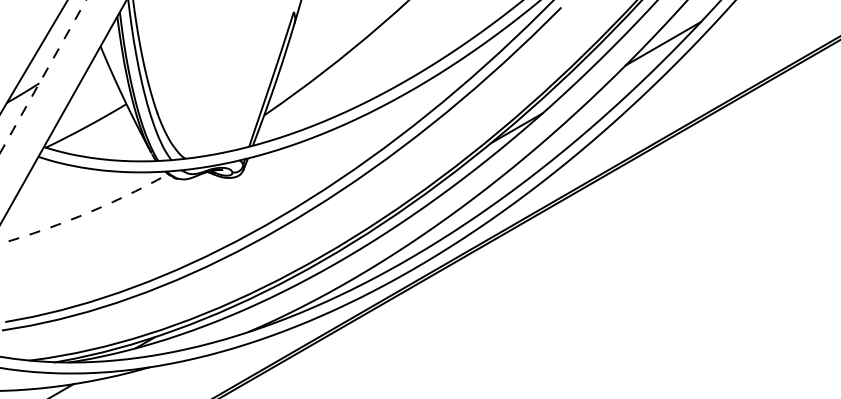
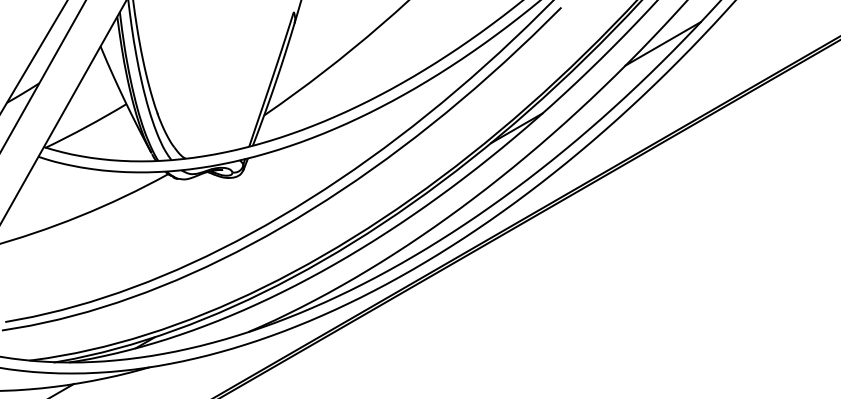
line at (42, 77): dashed -> solid
arc at (86, 213): dashed -> solid
